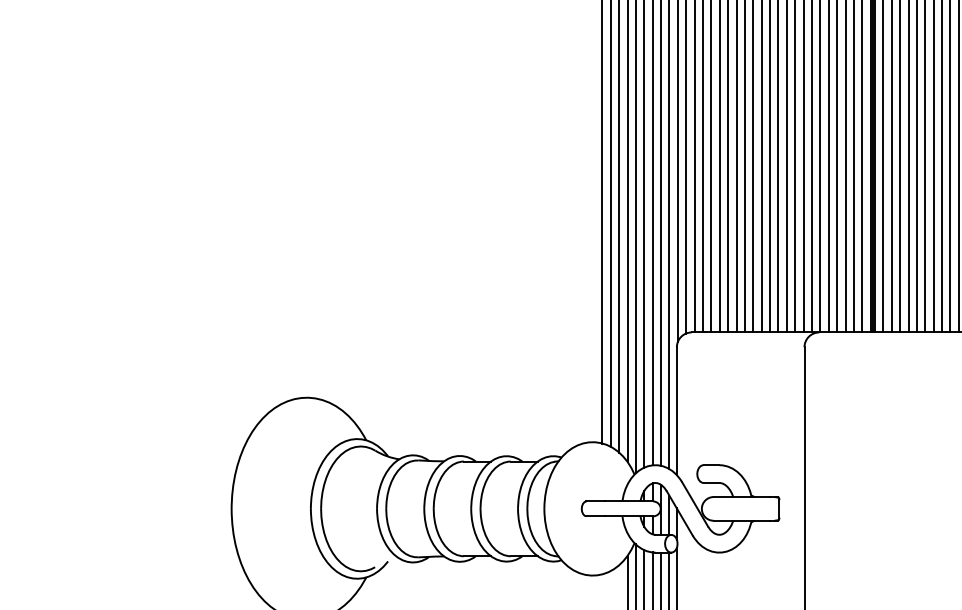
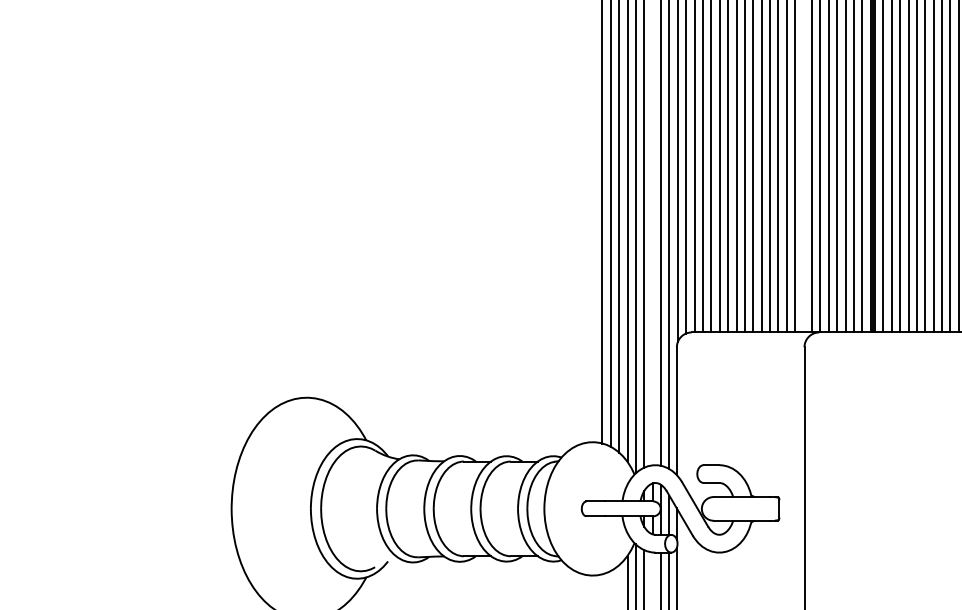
line at (803, 167): present -> none
line at (652, 233): present -> none
line at (652, 579): present -> none
